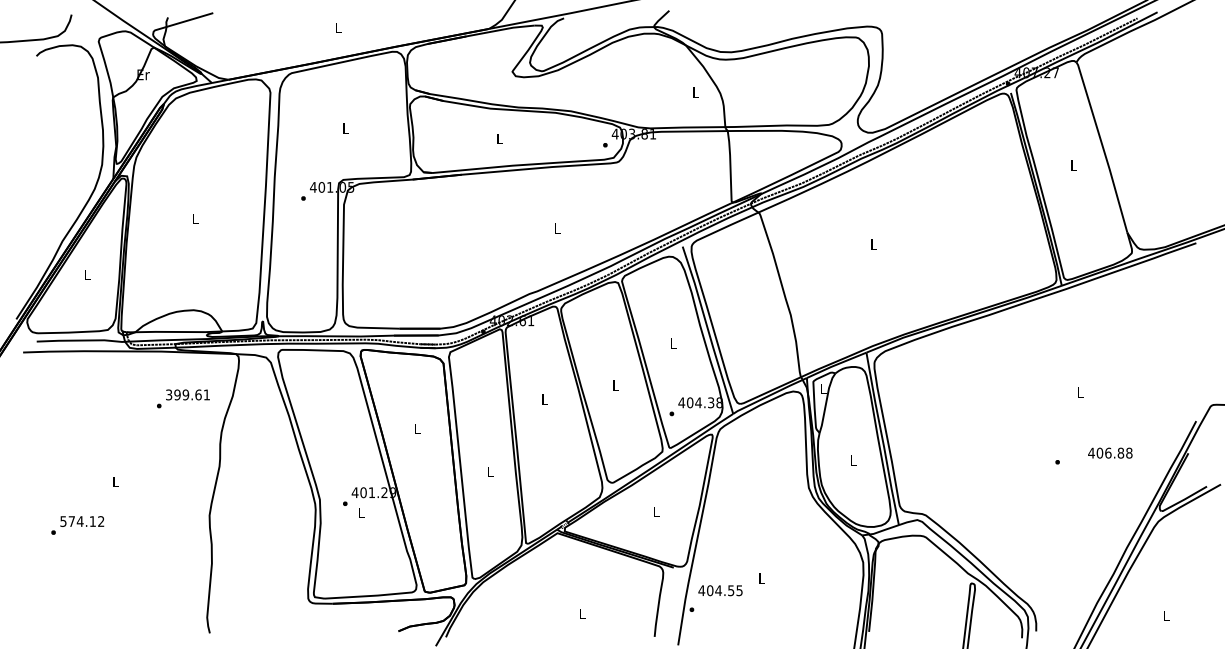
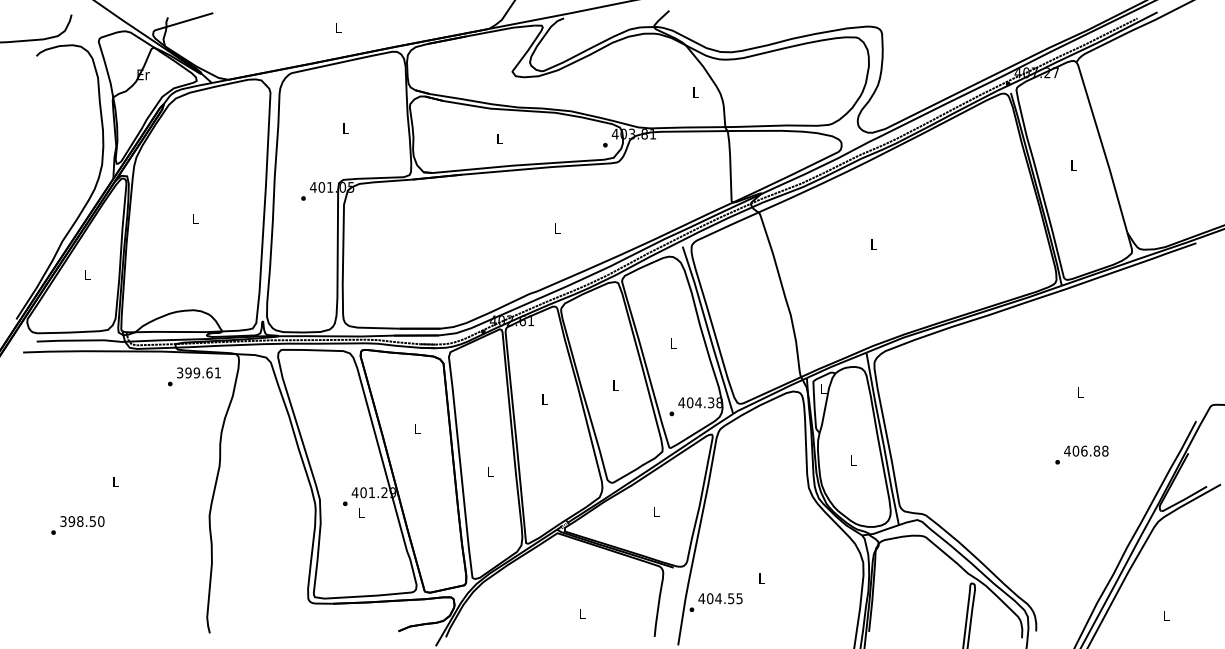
text at (183, 398) position: (183, 398) -> (194, 376)
text at (1110, 452) position: (1110, 452) -> (1086, 450)
text at (82, 521): 574.12 -> 398.50
text at (720, 590) position: (720, 590) -> (720, 598)
